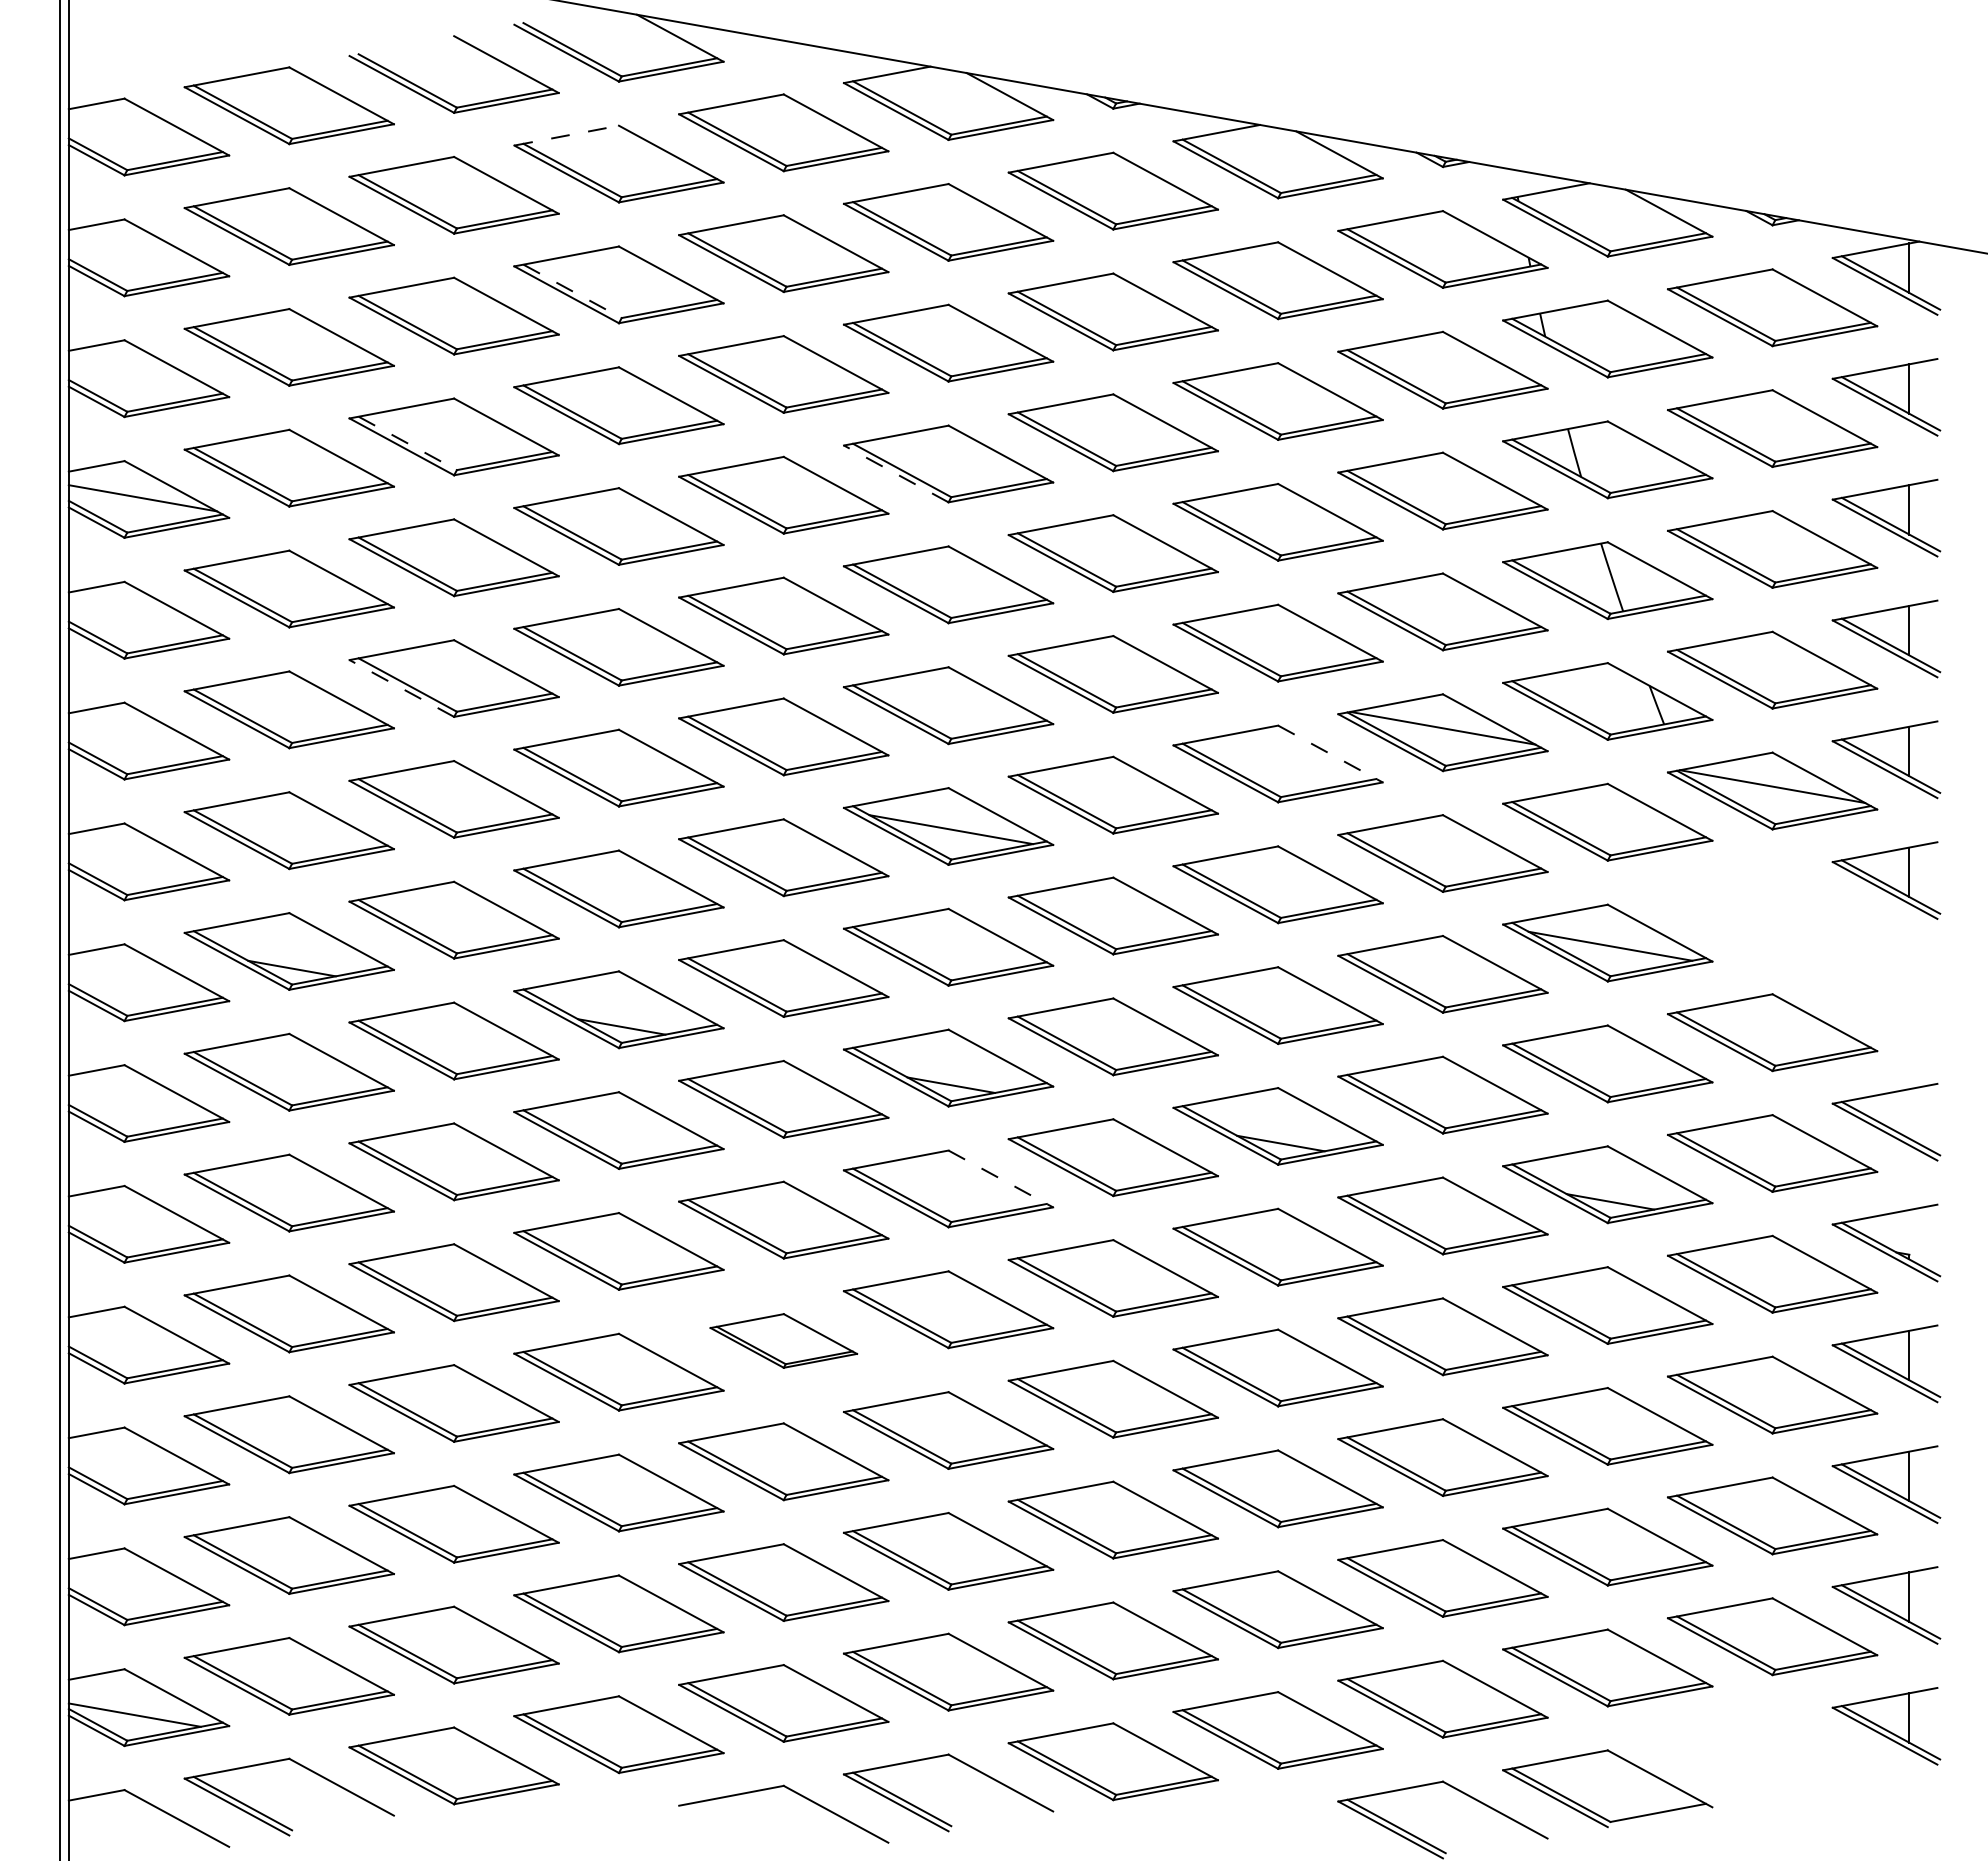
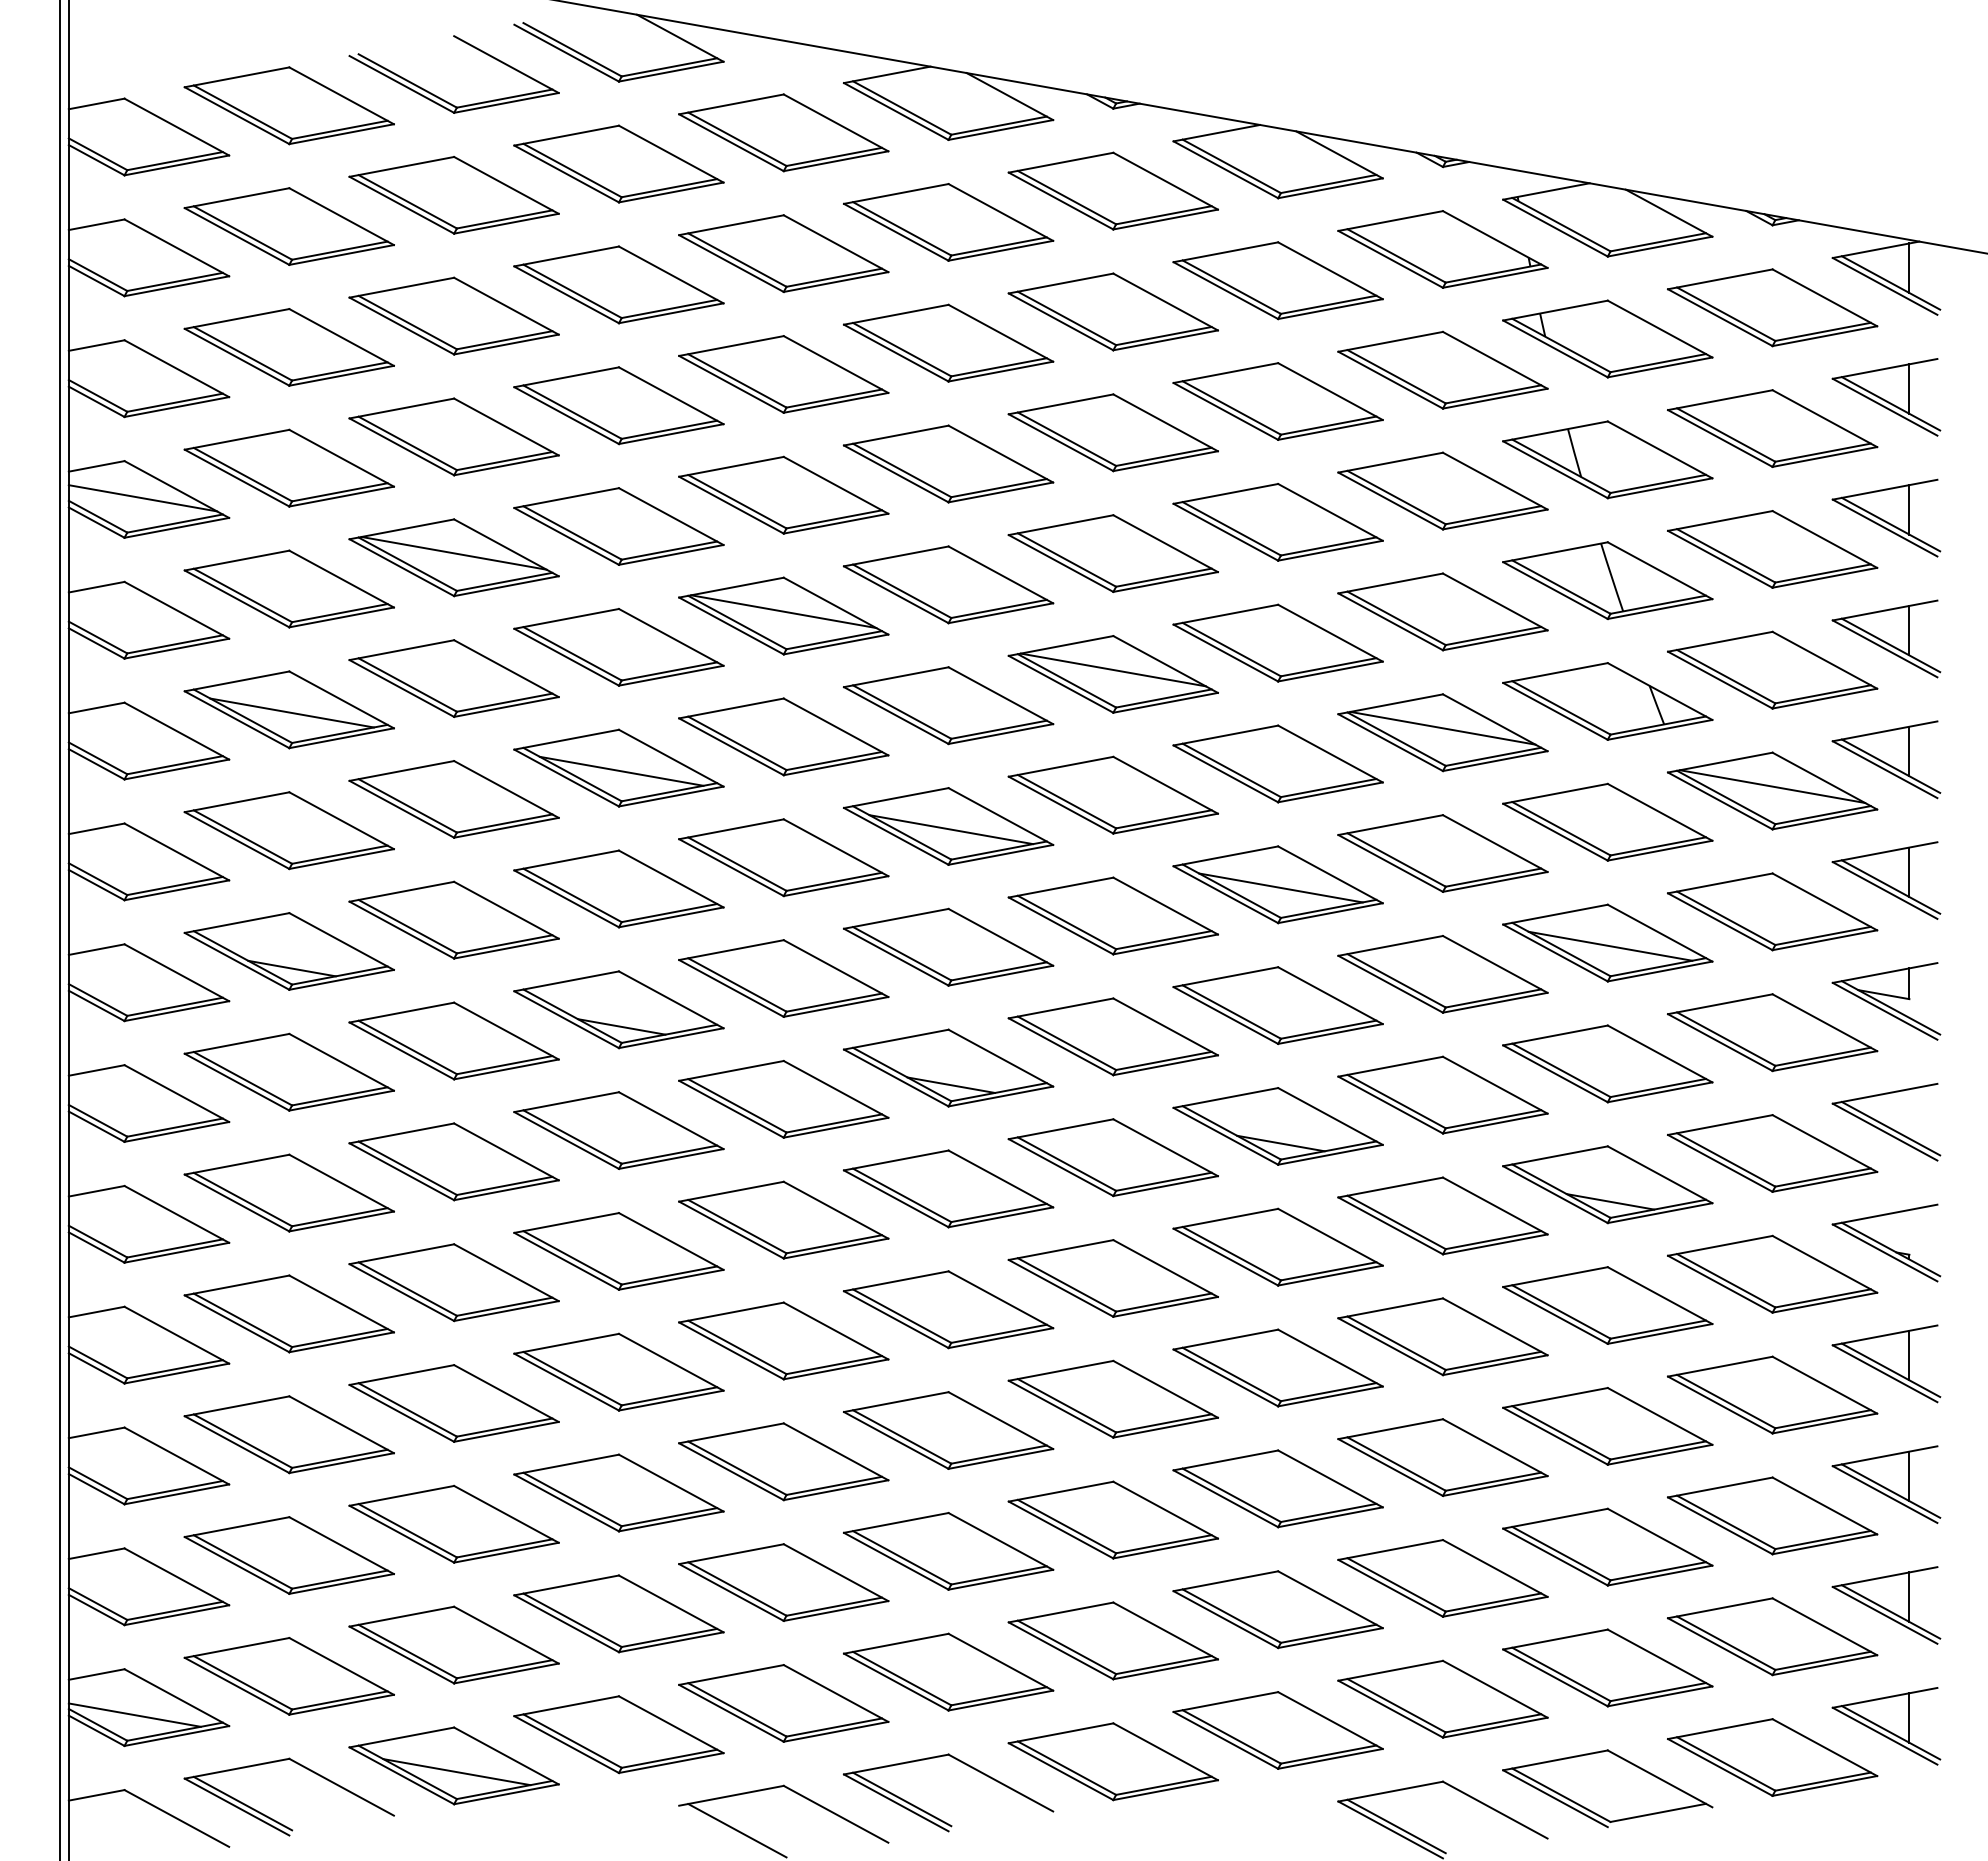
line at (567, 135): dashed -> solid
line at (572, 291): dashed -> solid
line at (407, 443): dashed -> solid
line at (896, 473): dashed -> solid
line at (453, 552): none -> present
line at (783, 611): none -> present
line at (1112, 669): none -> present
line at (401, 688): dashed -> solid
line at (291, 712): none -> present
line at (1330, 754): dashed -> solid
line at (621, 770): none -> present
line at (1280, 887): none -> present
part at (1772, 911): none -> present
part at (1886, 1001): none -> present
line at (1000, 1178): dashed -> solid
part at (783, 1340) size: 150x56 px -> 212x80 px
part at (1772, 1757): none -> present
line at (456, 1772): none -> present
line at (737, 1830): none -> present
